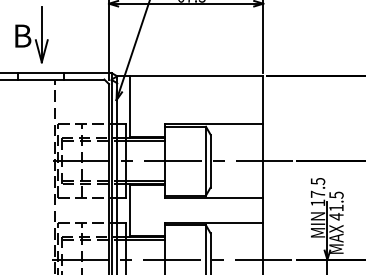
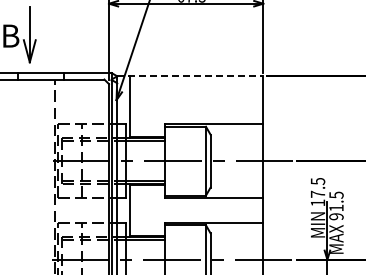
part at (31, 34) position: (31, 34) -> (19, 34)
line at (190, 76): solid -> dashed
text at (336, 216): 41.5 -> 91.5
